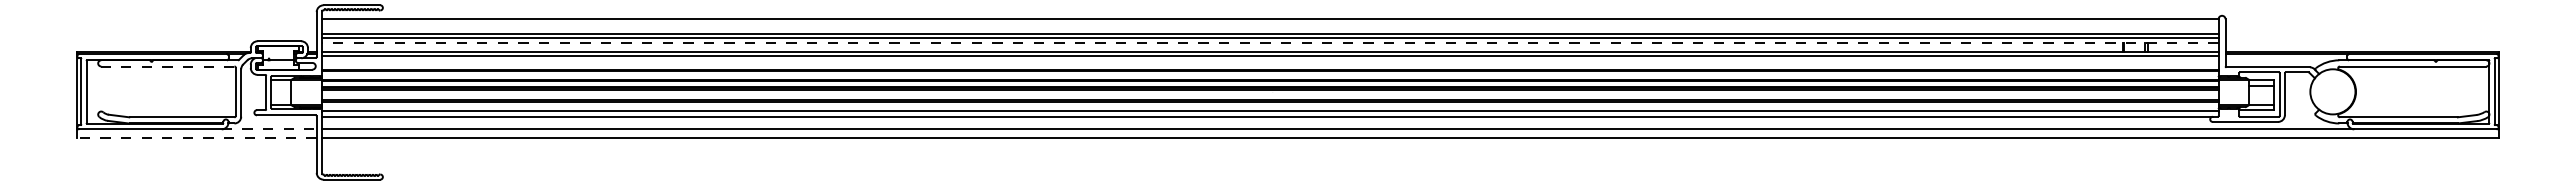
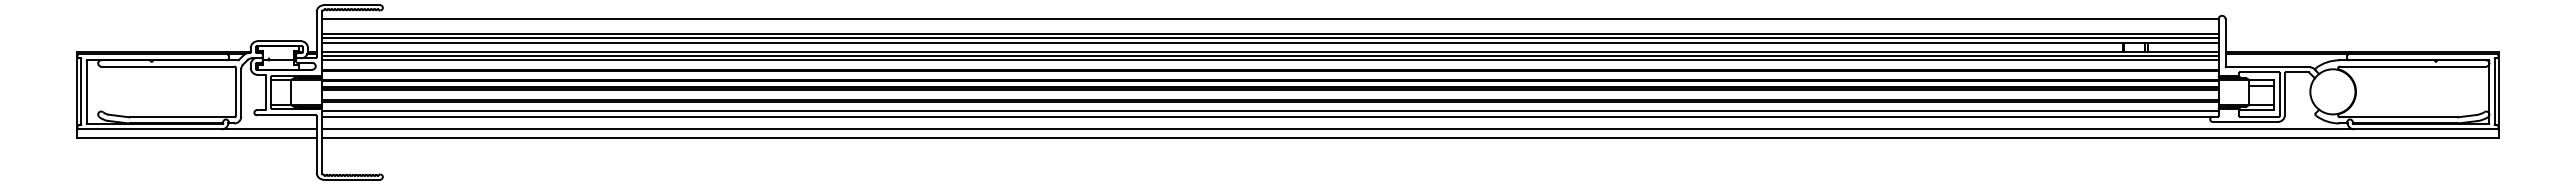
line at (1269, 42): dashed -> solid
line at (1269, 60): none -> present
line at (167, 66): dashed -> solid
line at (269, 129): dashed -> solid
line at (197, 137): dashed -> solid
